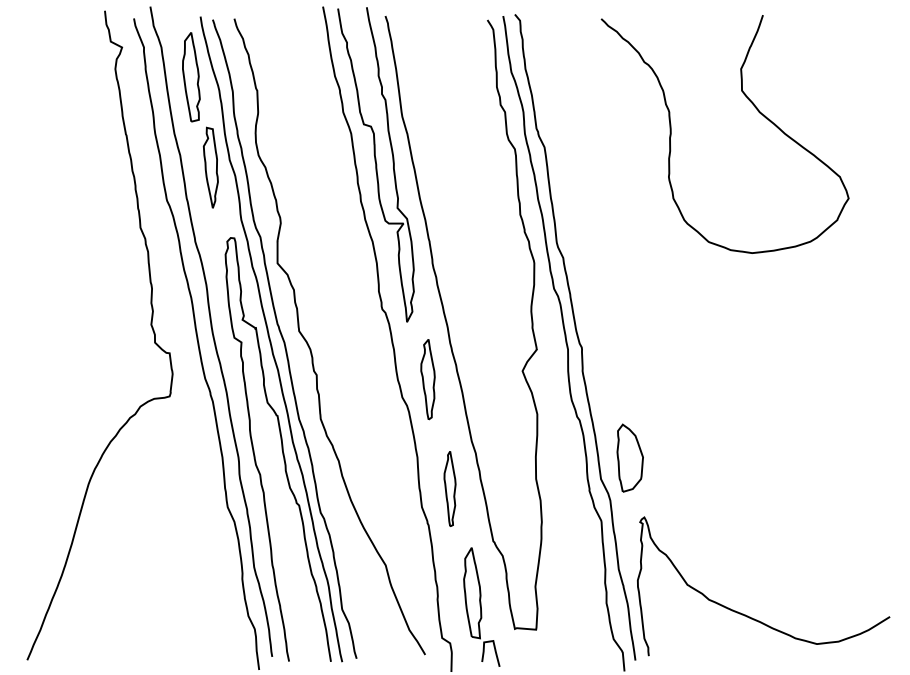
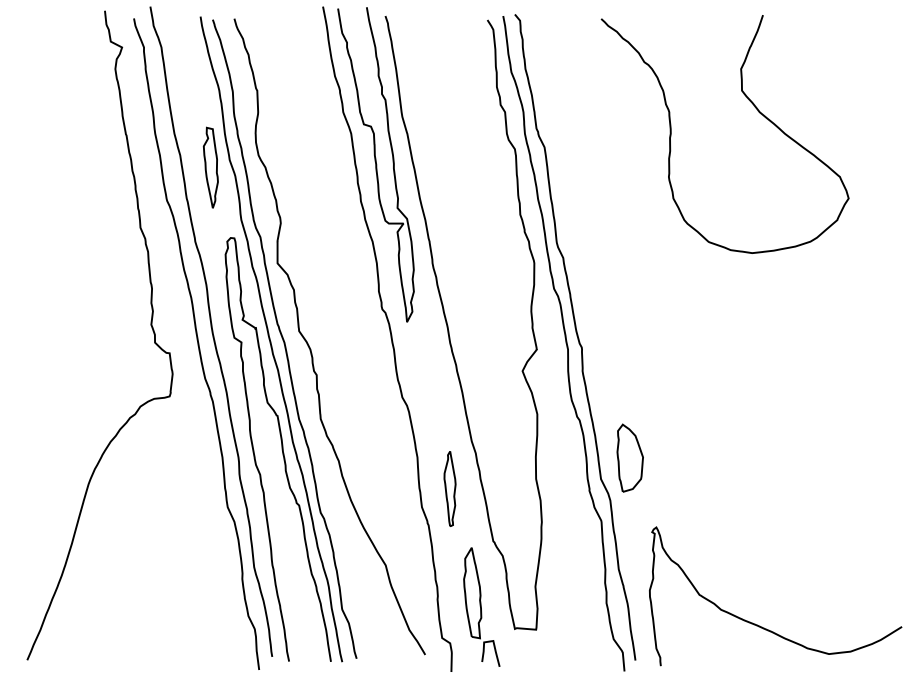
part at (191, 77): present -> none
part at (427, 379): present -> none
curve at (750, 616) position: (750, 616) -> (762, 626)
